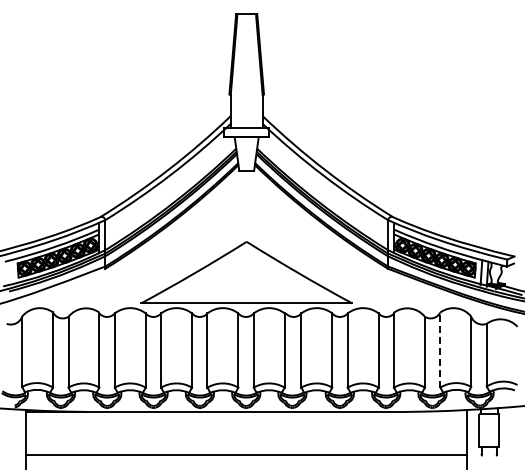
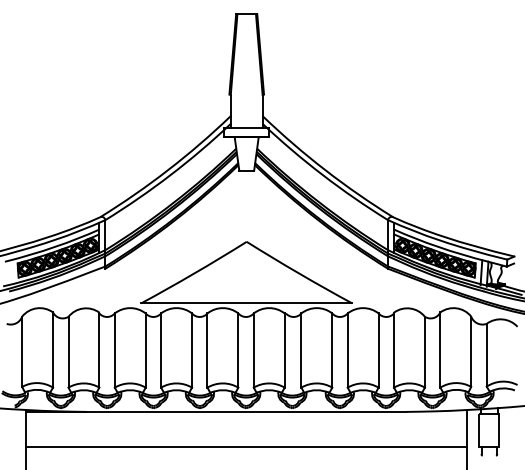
line at (440, 350): dashed -> solid
line at (246, 454) position: (246, 454) -> (246, 446)
